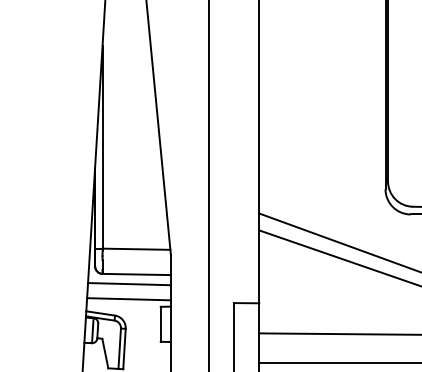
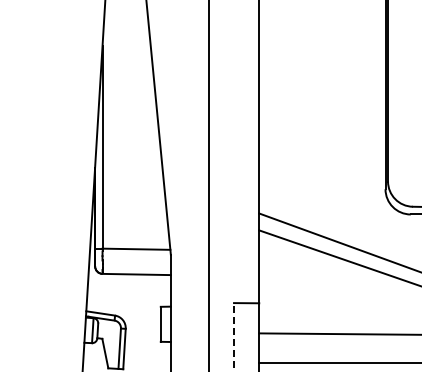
line at (129, 284): present -> none
line at (128, 299): present -> none
line at (234, 336): solid -> dashed
